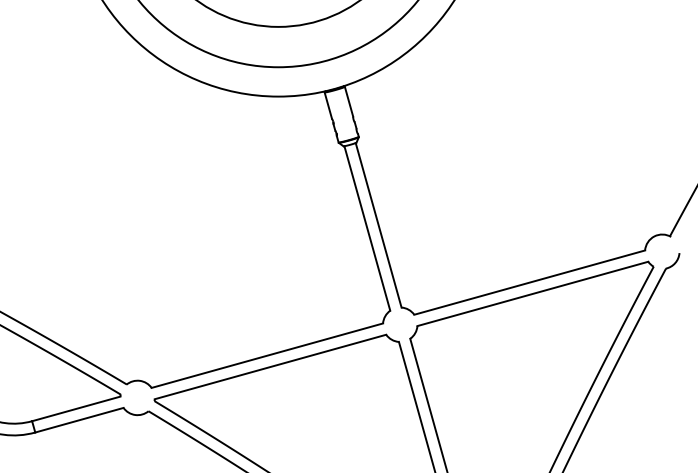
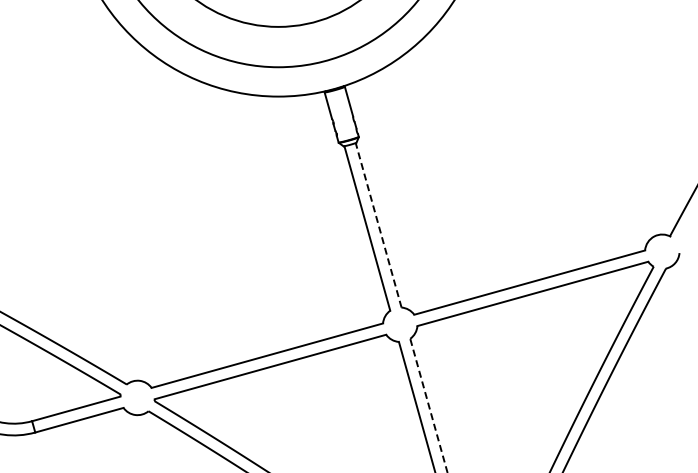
line at (378, 224): solid -> dashed
line at (428, 405): solid -> dashed
